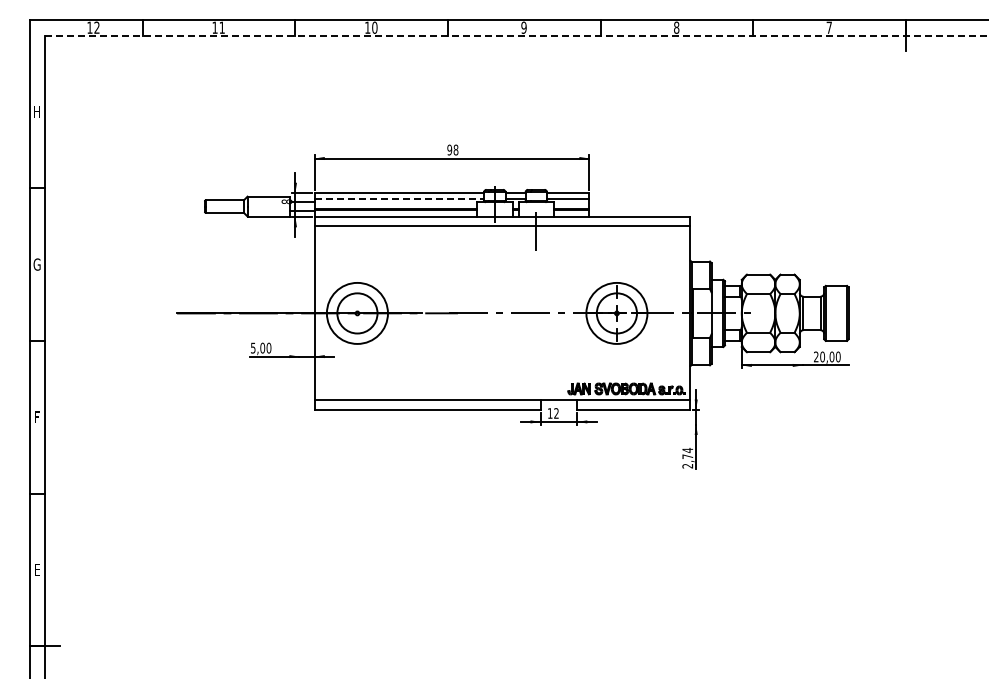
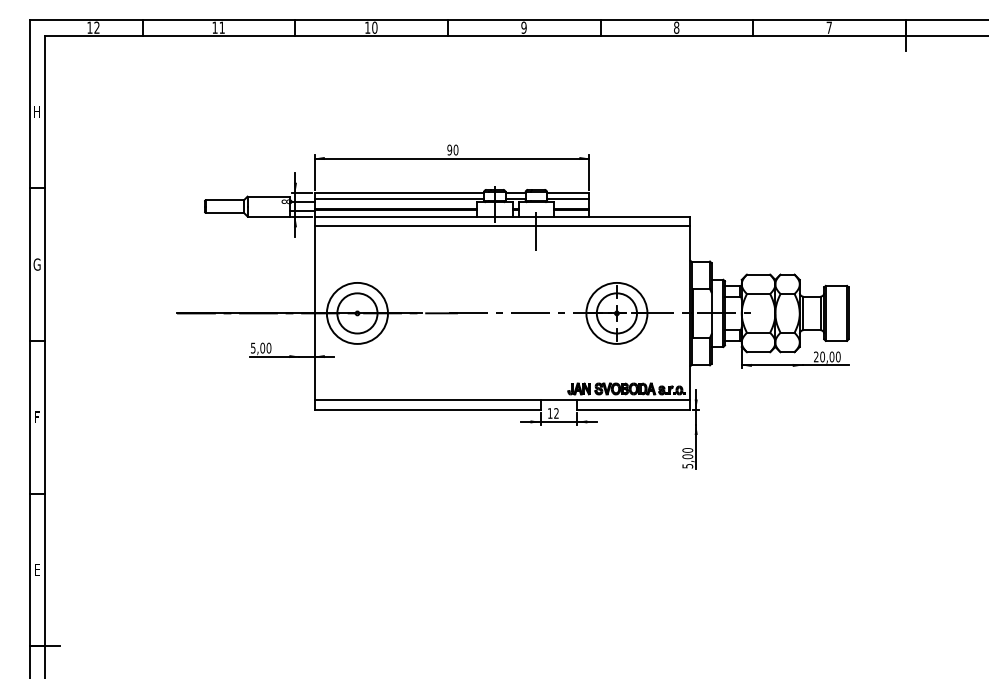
line at (516, 35): dashed -> solid
text at (455, 150): 98 -> 90
line at (399, 198): dashed -> solid
text at (687, 458): 2,74 -> 5,00
